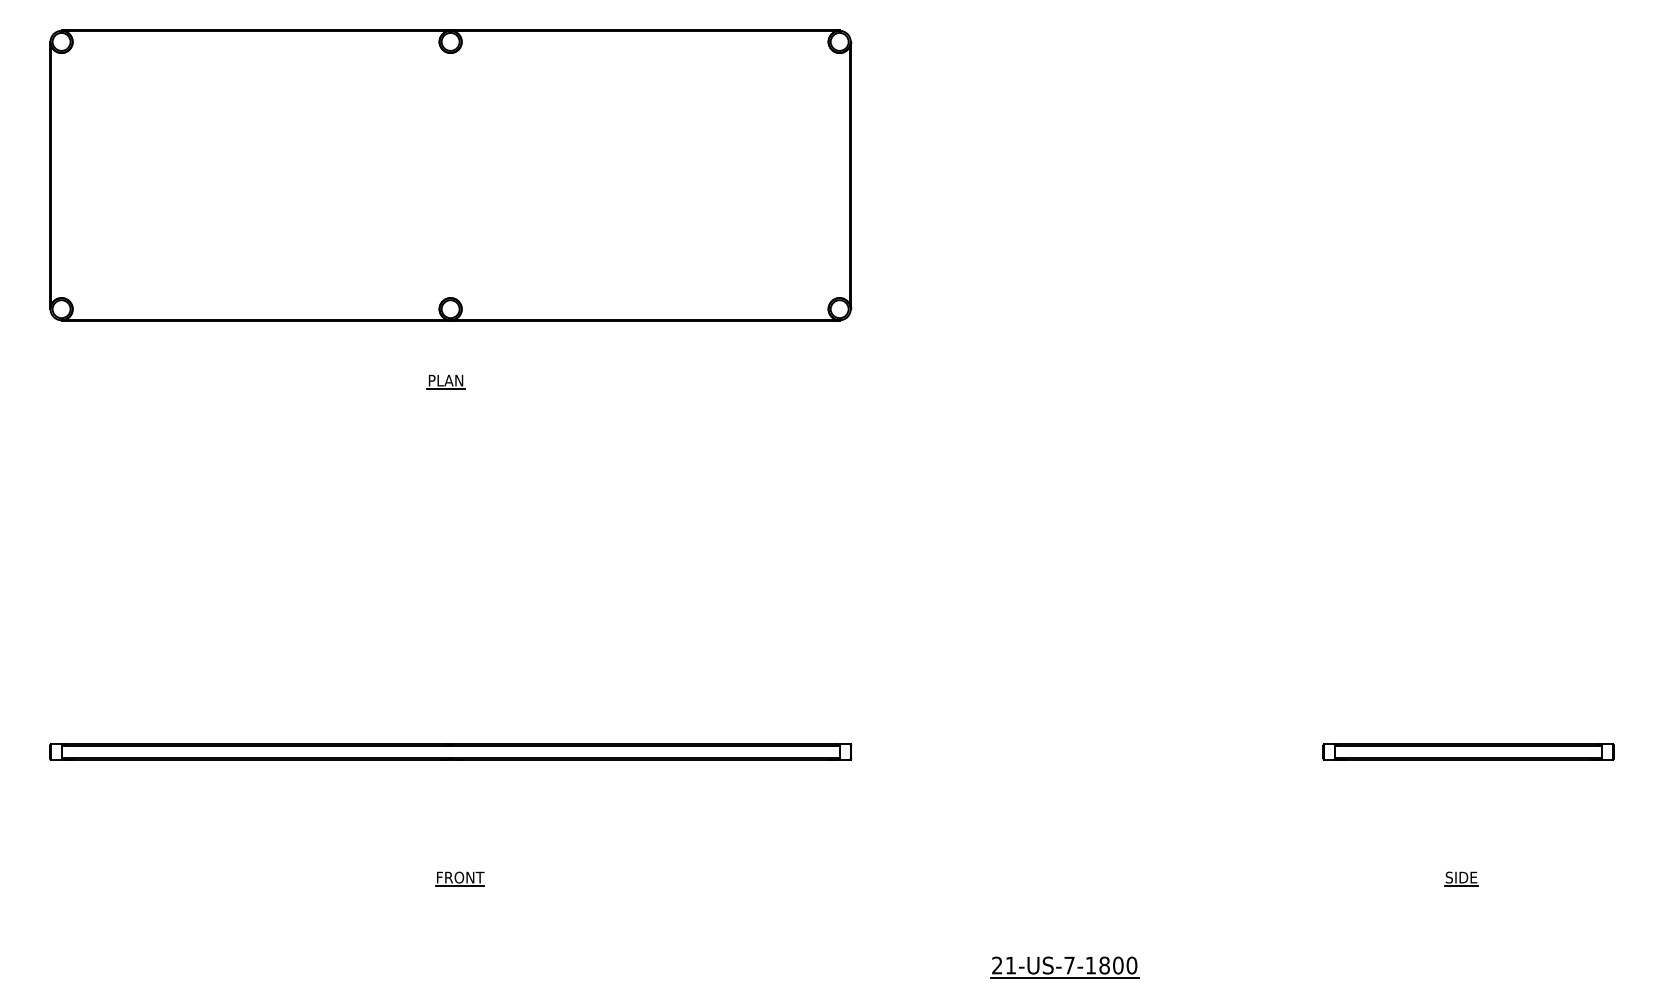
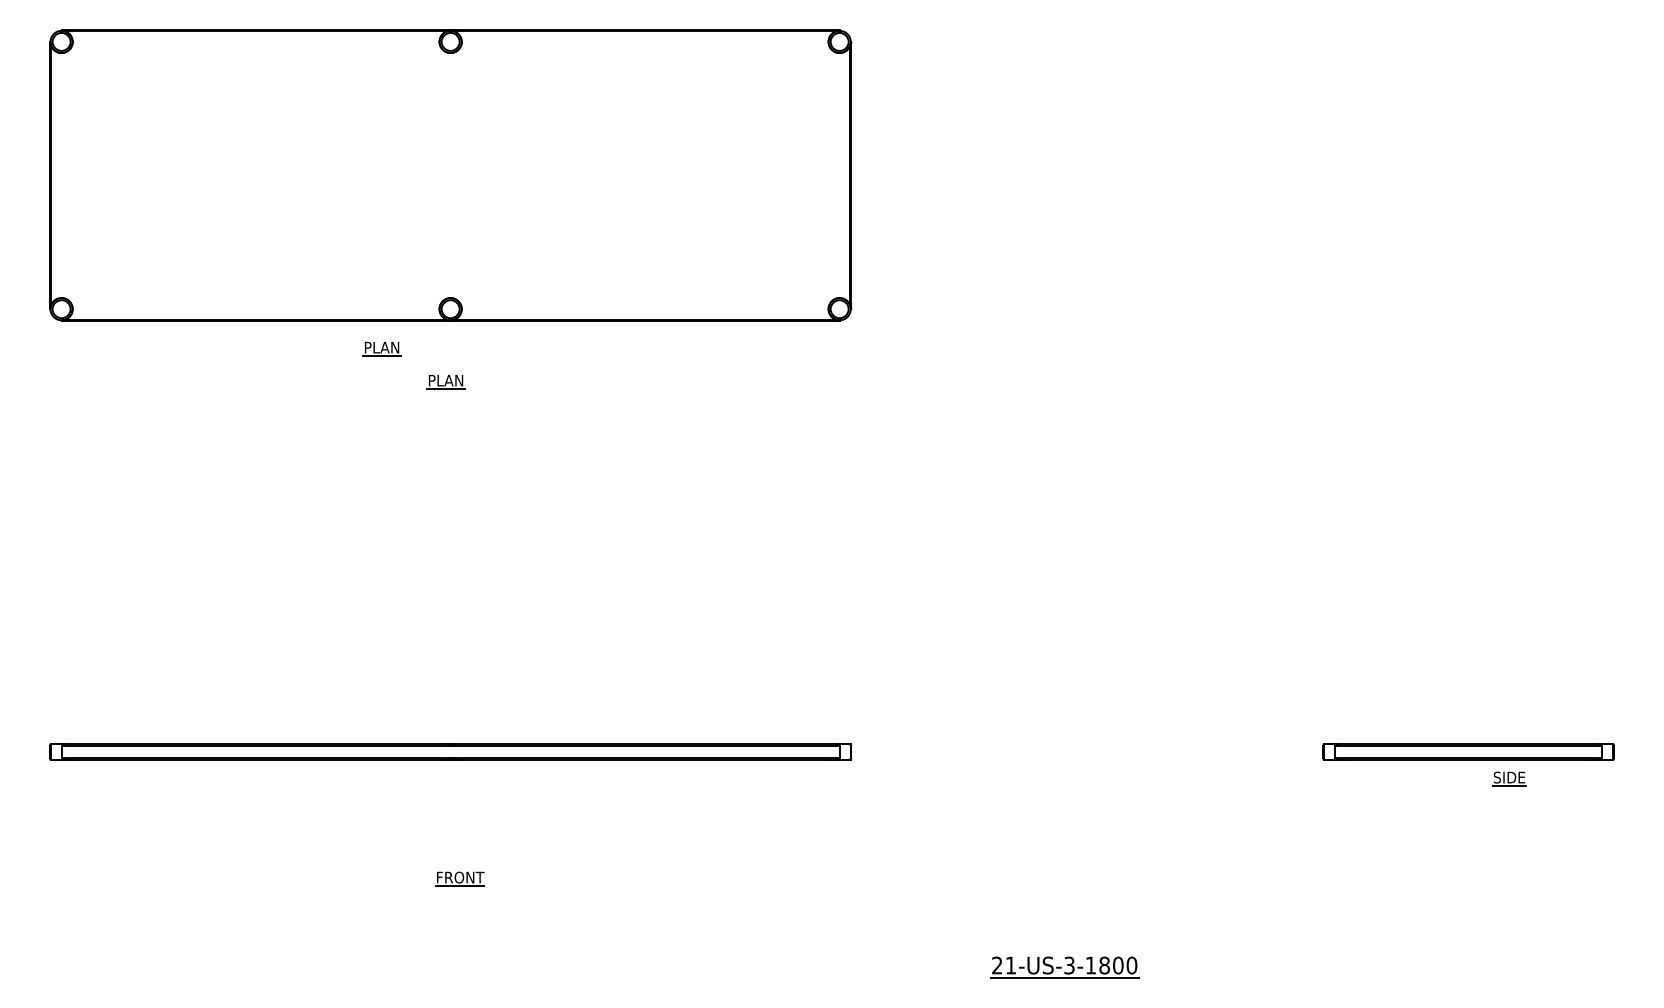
part at (381, 348): none -> present
part at (1461, 878) position: (1461, 878) -> (1509, 778)
text at (1069, 965): 21-US-7-1800 -> 21-US-3-1800
